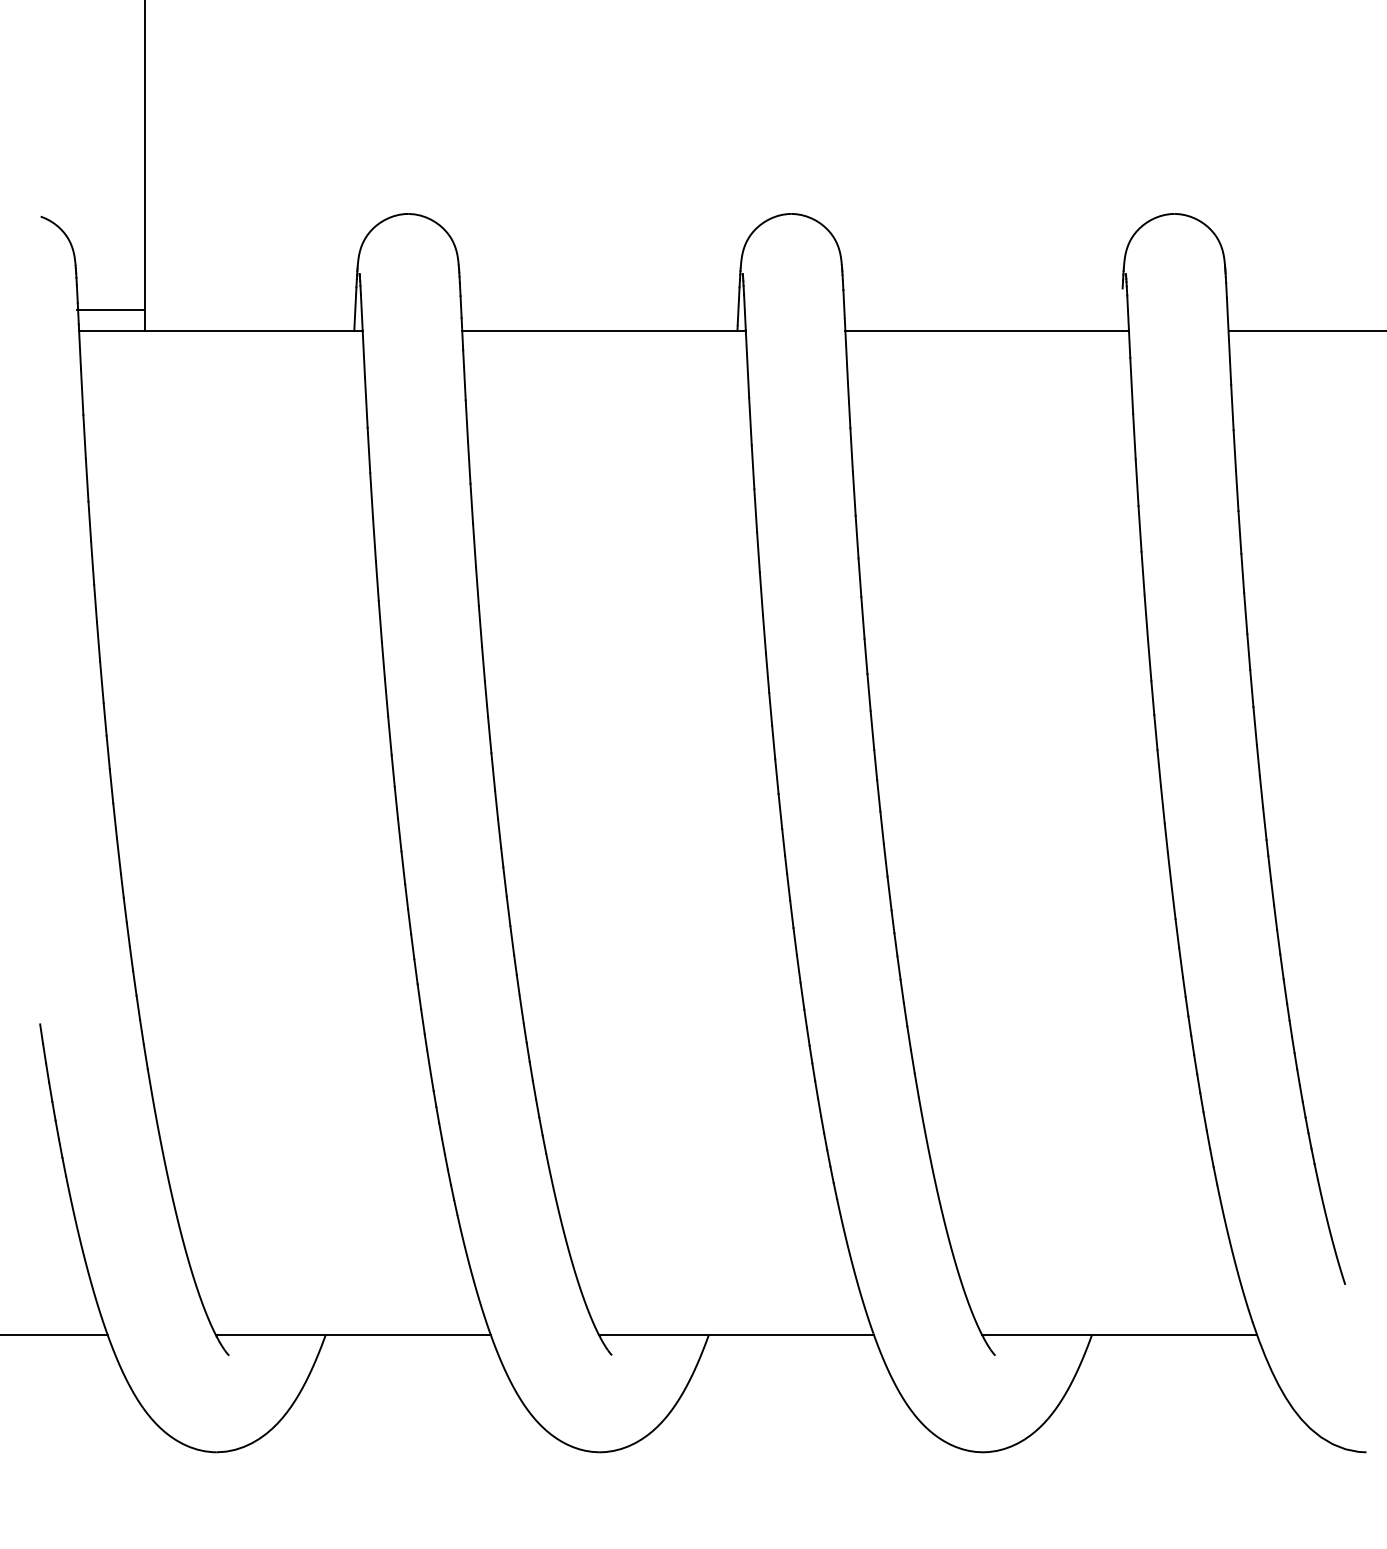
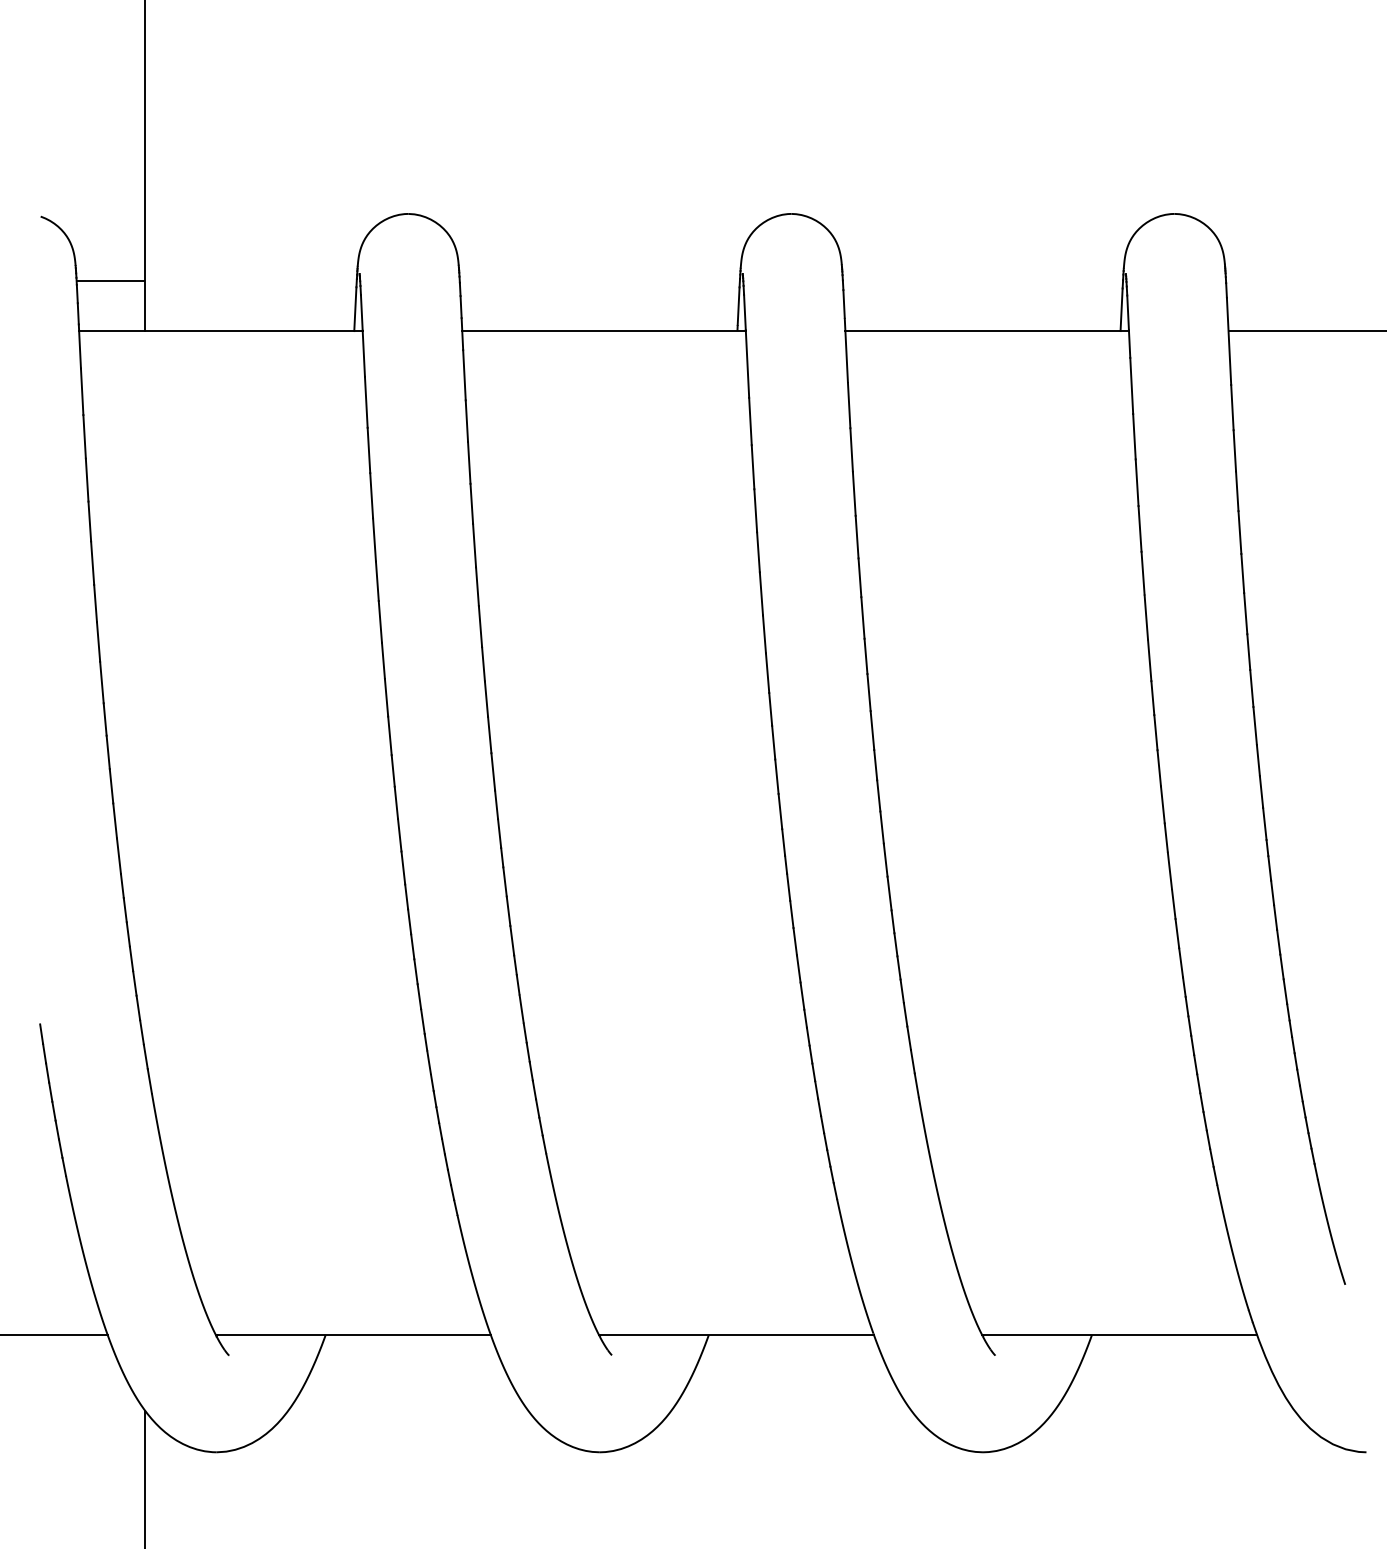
line at (109, 309) position: (109, 309) -> (109, 280)
line at (1121, 309): none -> present
line at (145, 1477): none -> present
